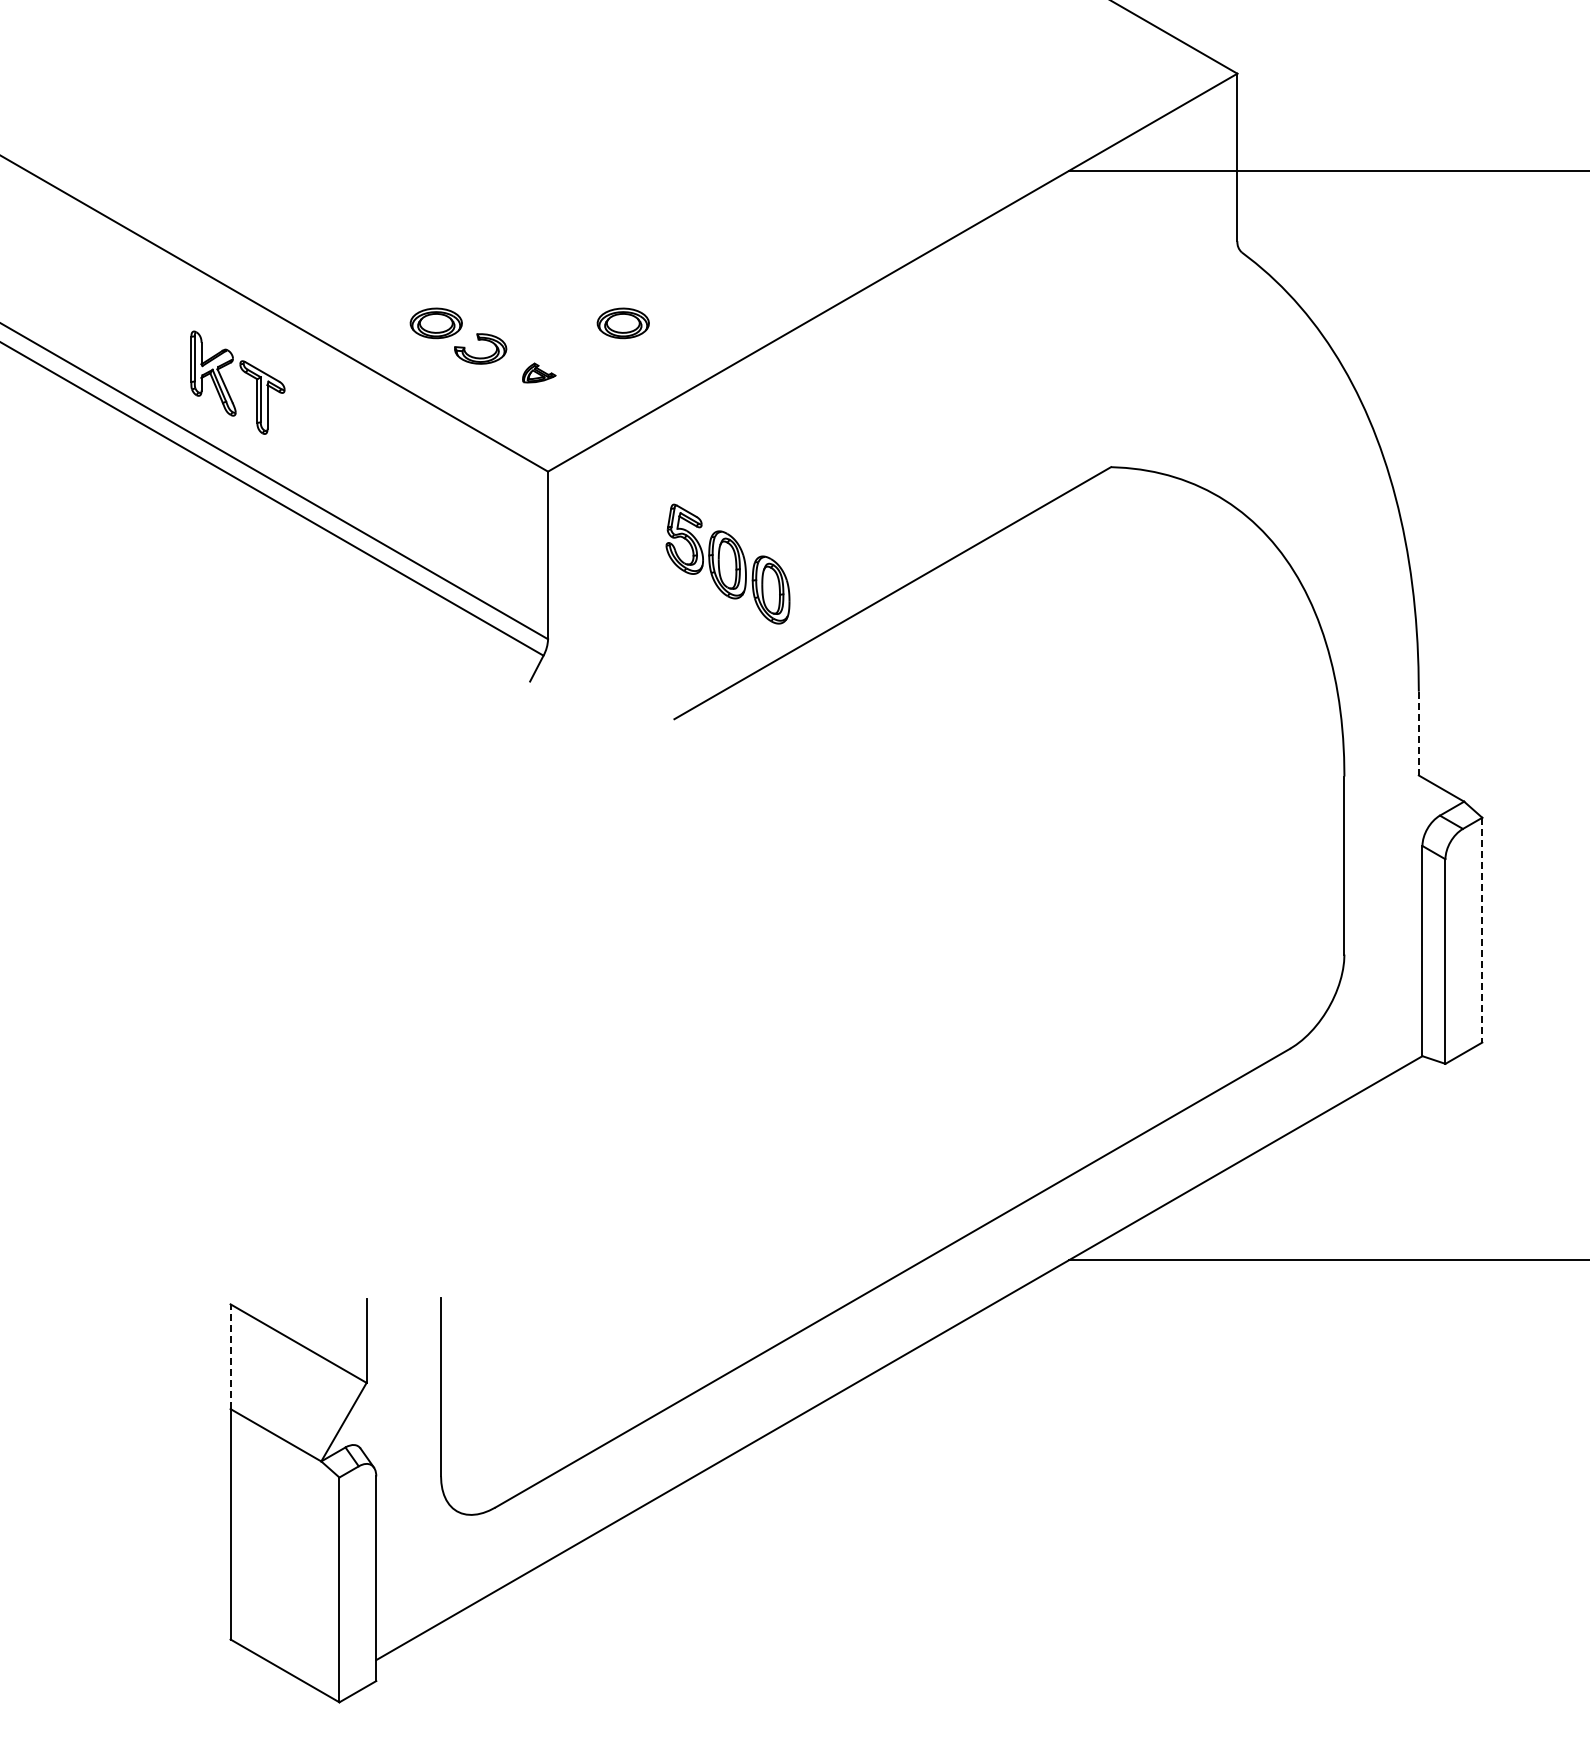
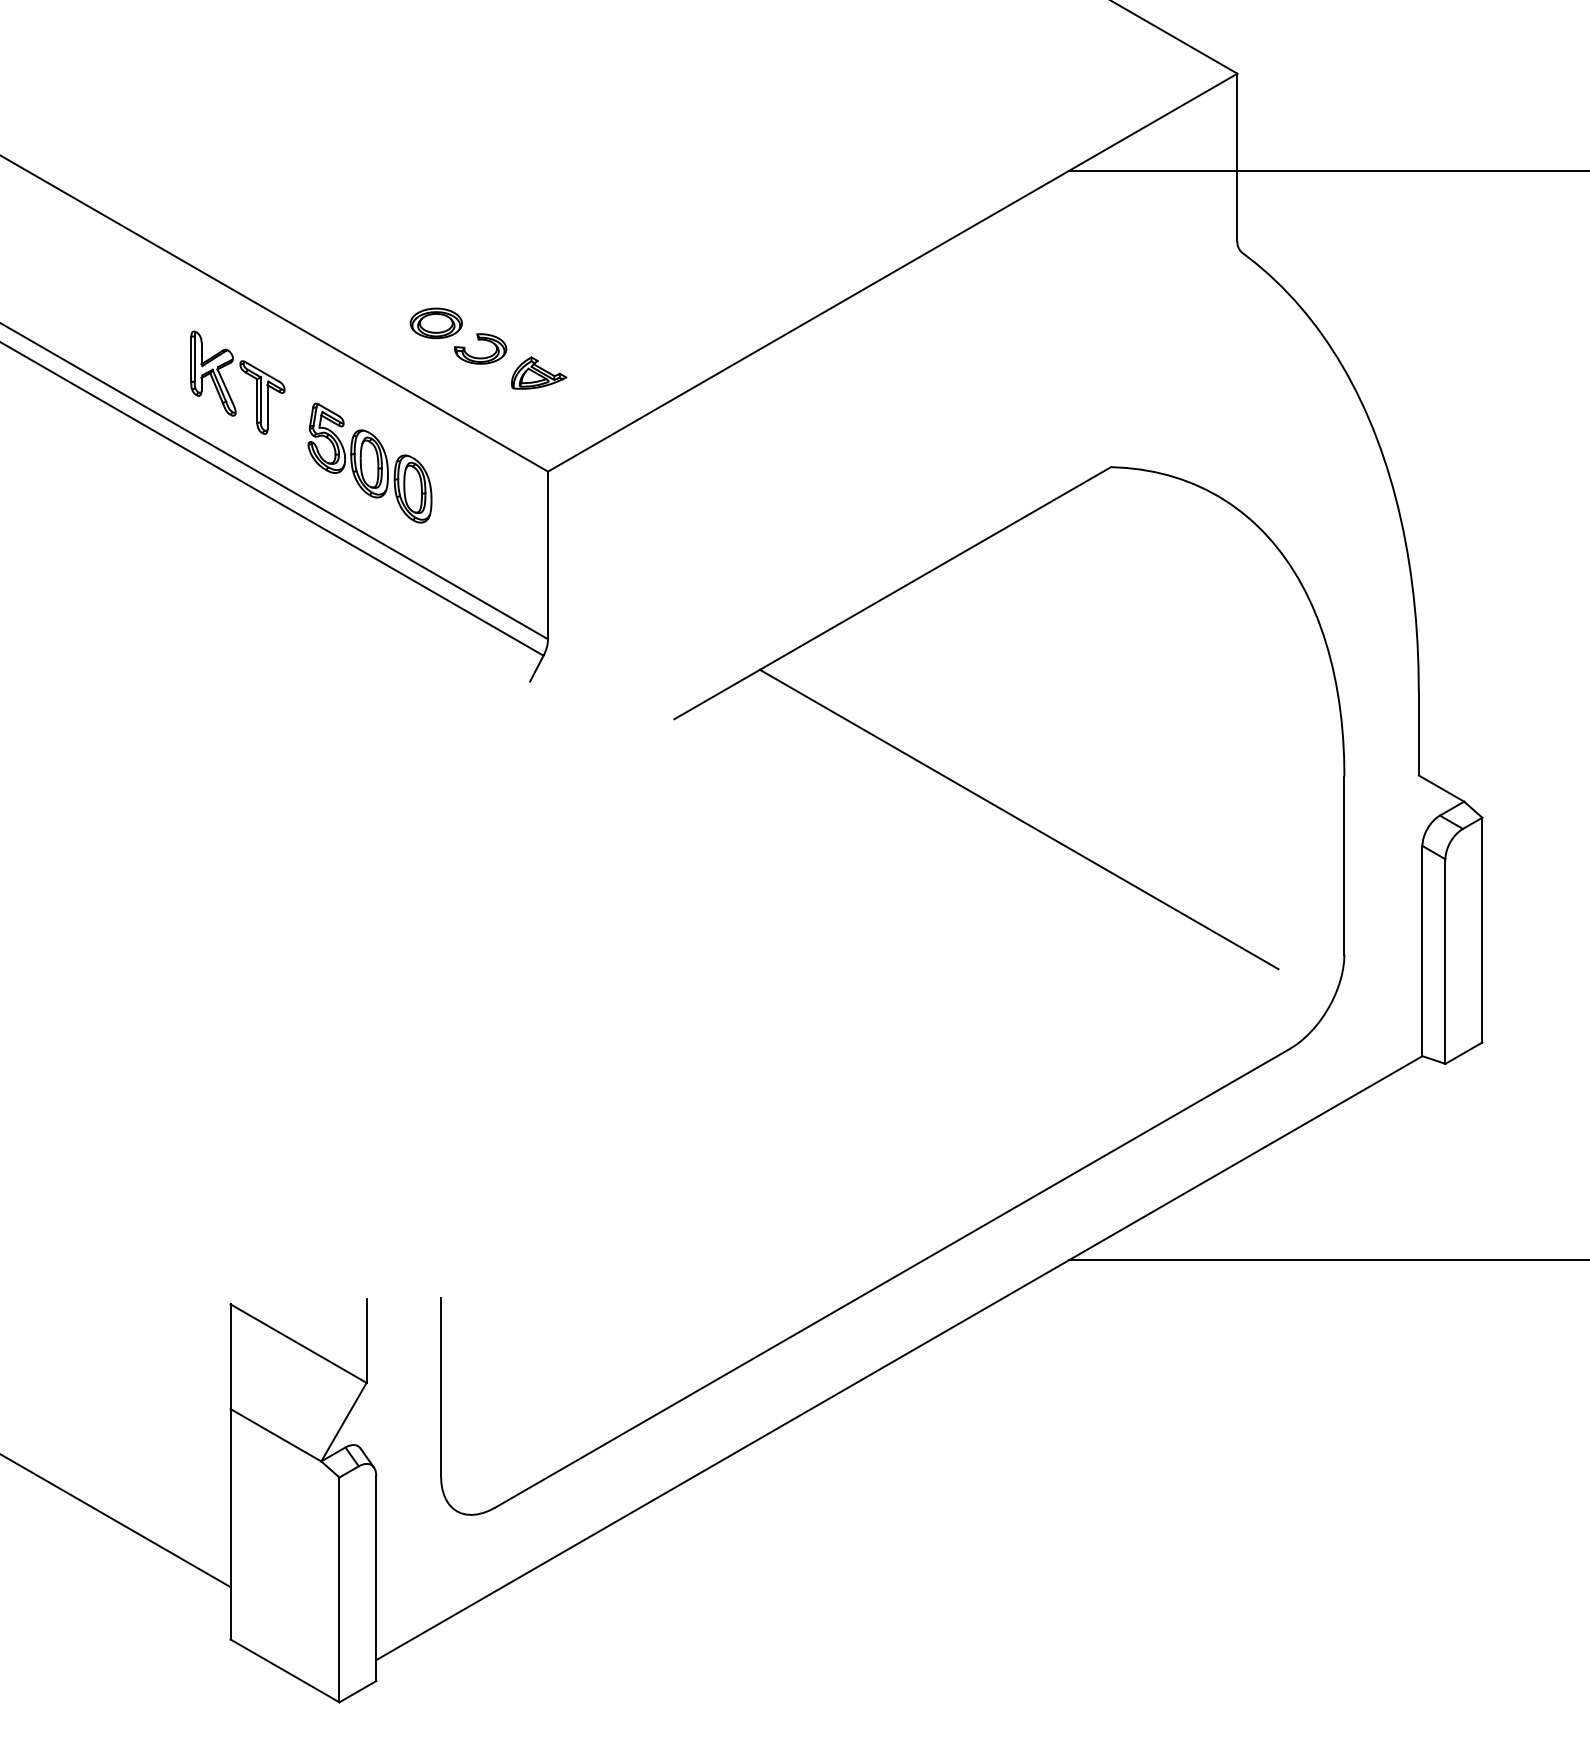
part at (622, 323): present -> none
part at (539, 372) size: 35x22 px -> 57x34 px
part at (727, 563) position: (727, 563) -> (369, 462)
line at (1418, 733): dashed -> solid
line at (1018, 819): none -> present
line at (1482, 930): dashed -> solid
line at (230, 1356): dashed -> solid
line at (116, 1521): none -> present
